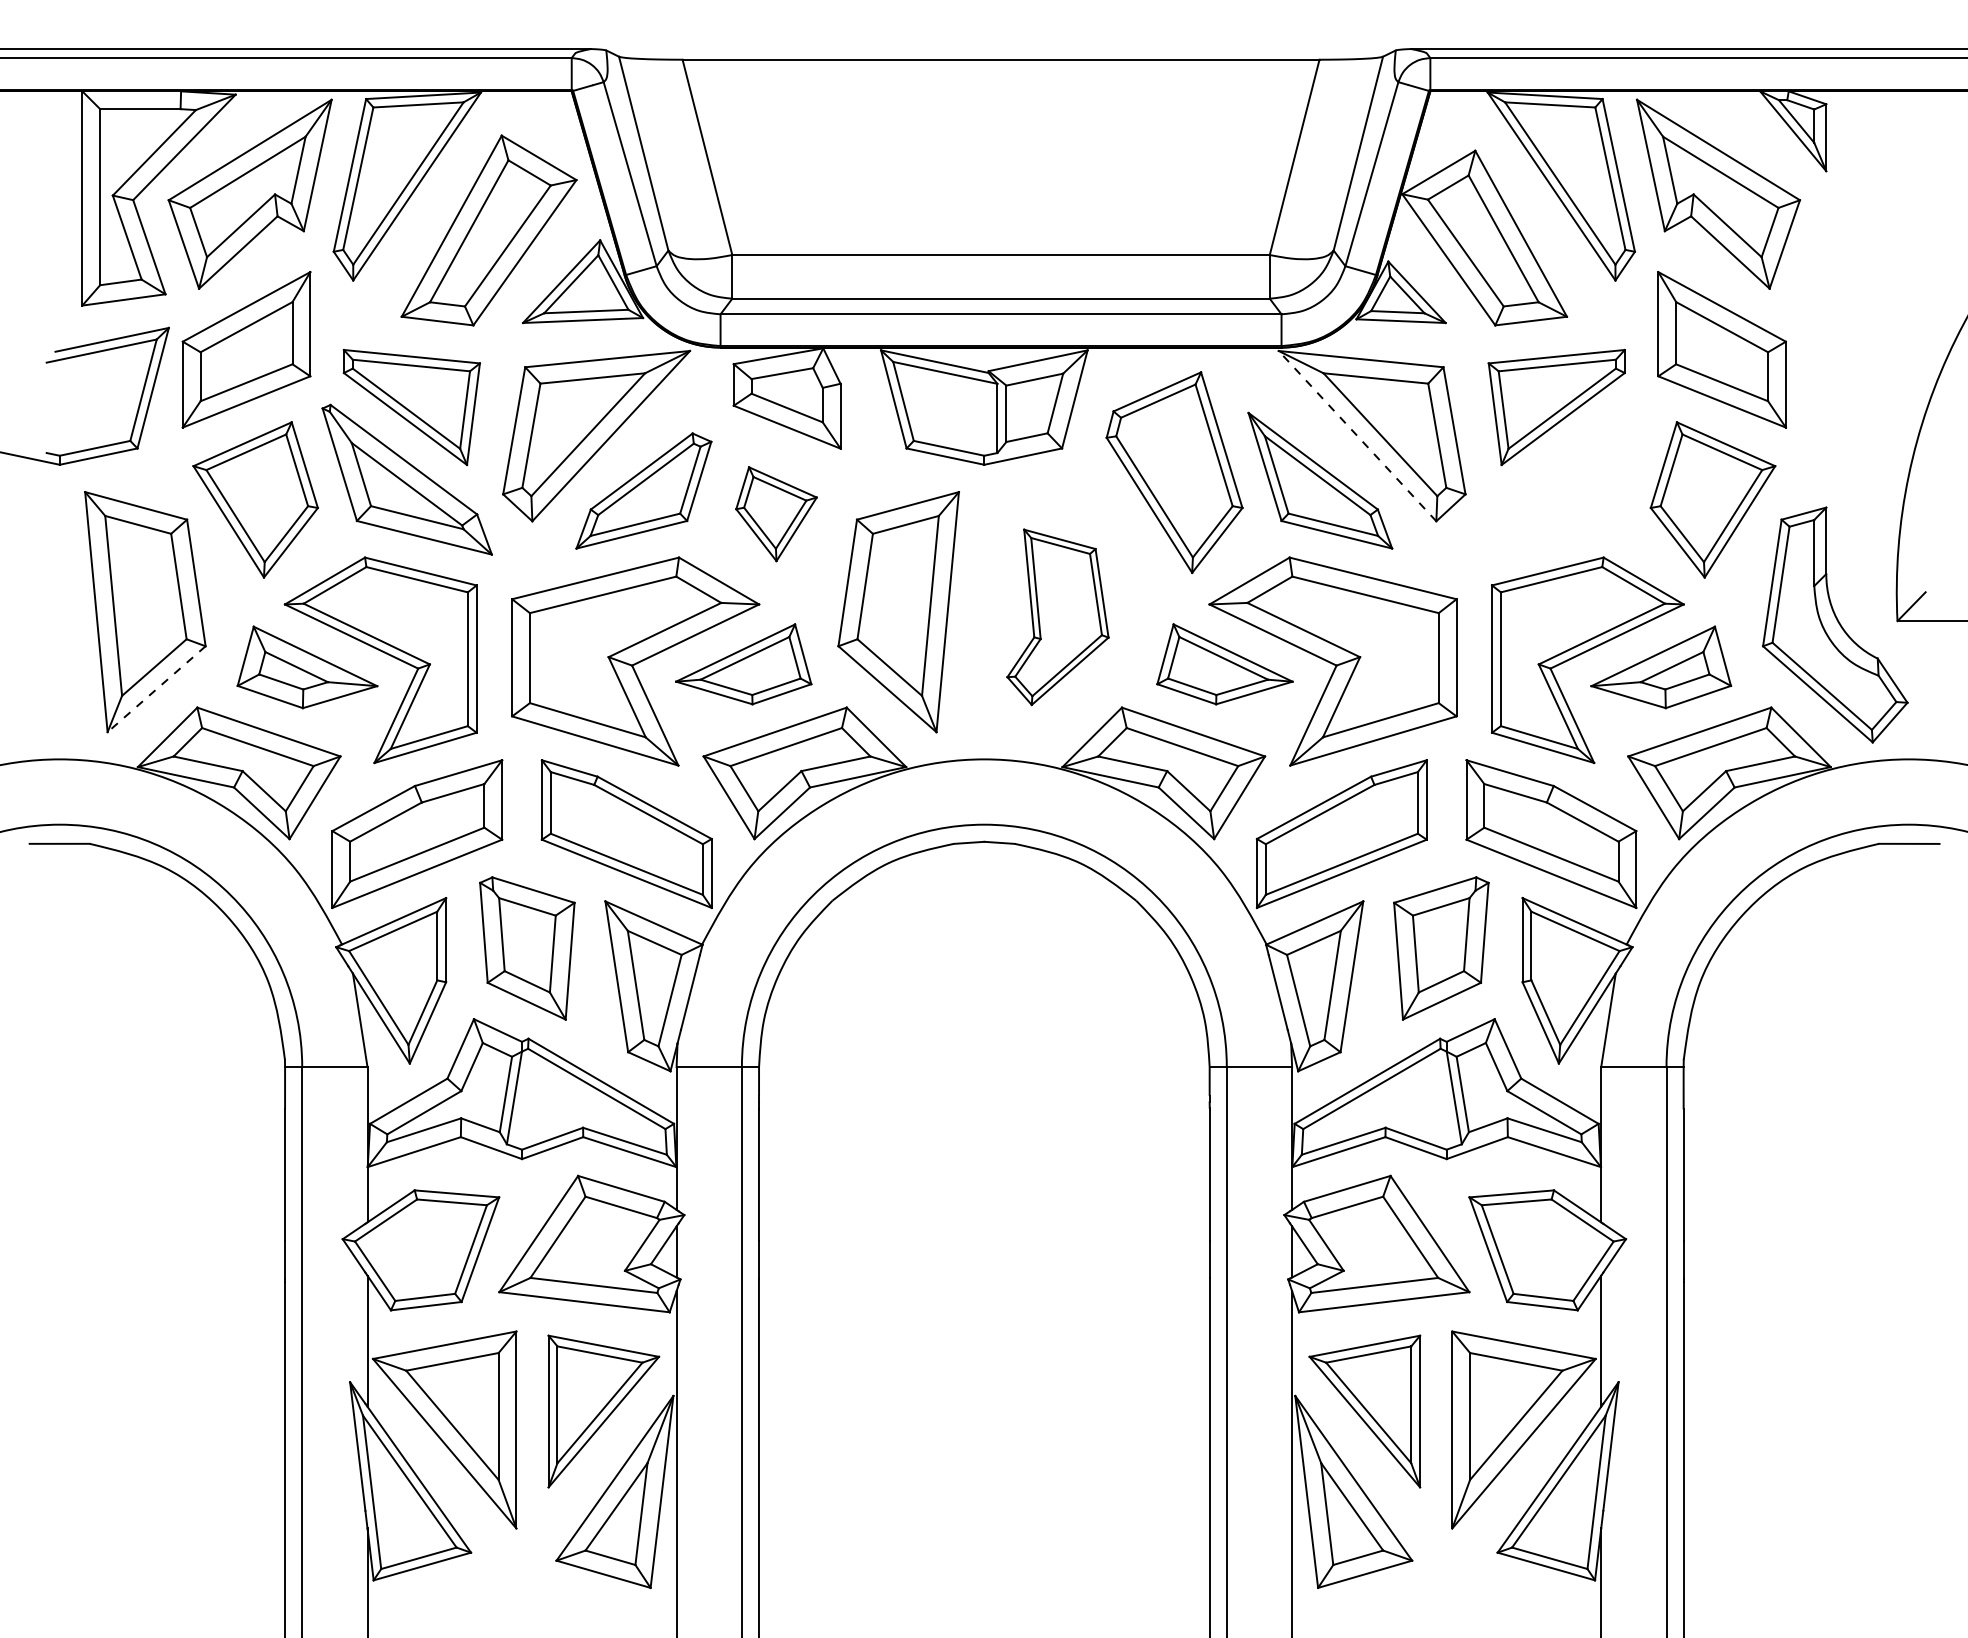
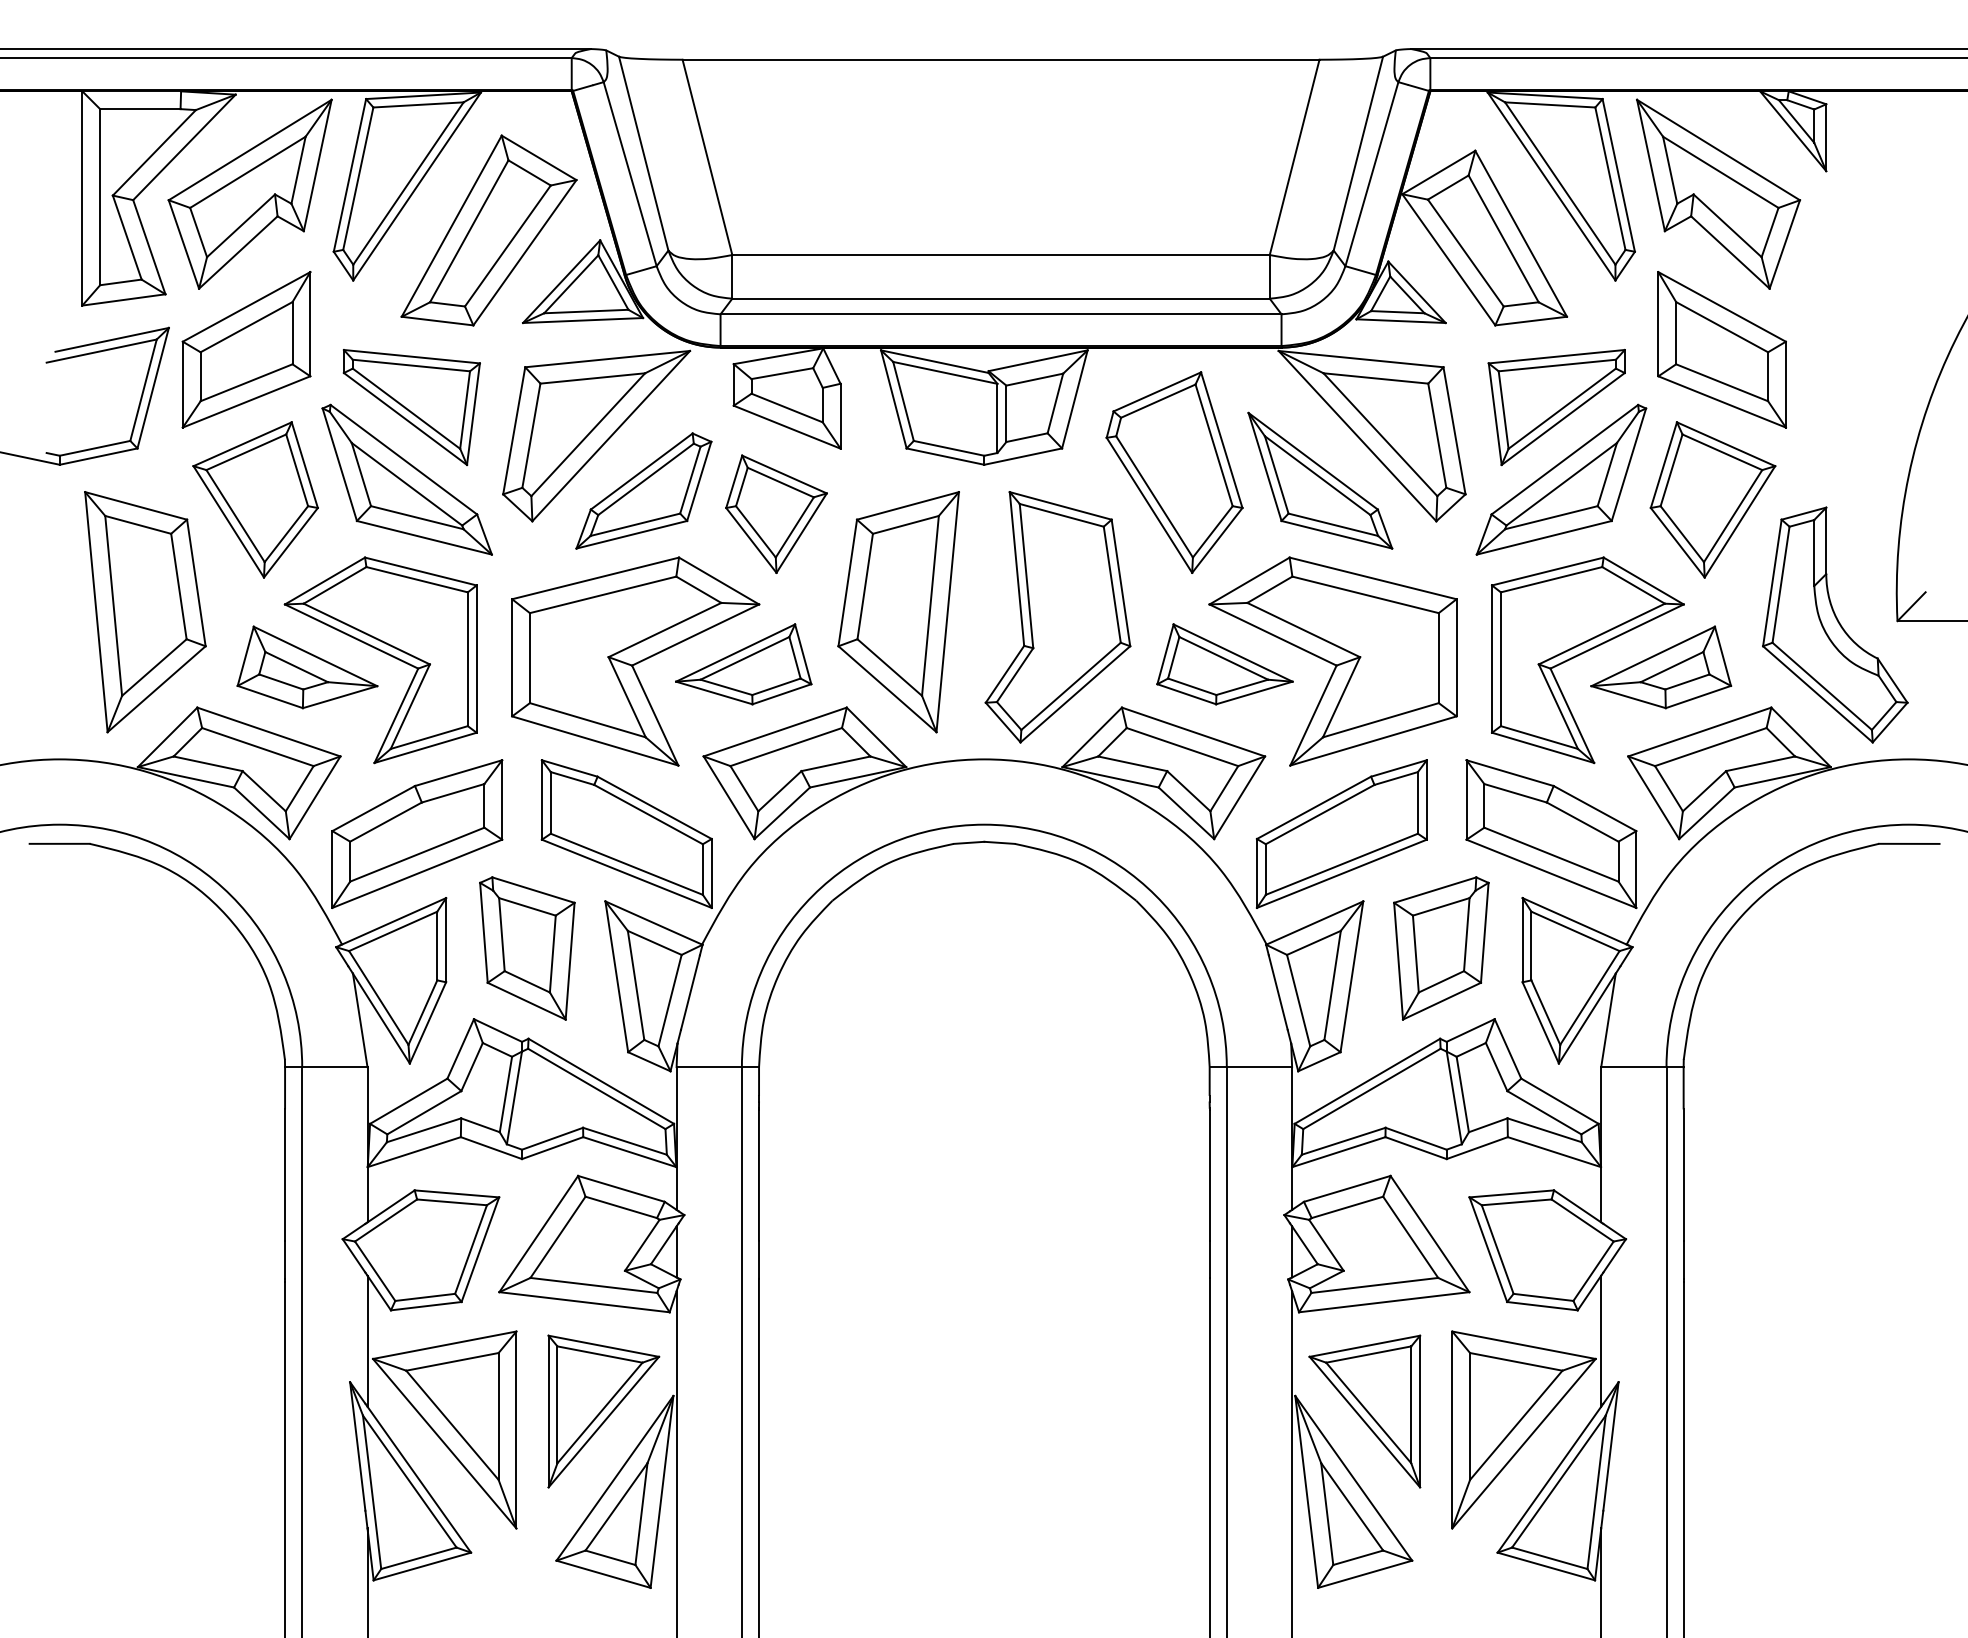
line at (1357, 435): dashed -> solid
part at (1561, 479): none -> present
part at (776, 514) size: 83x97 px -> 103x120 px
part at (1057, 617) size: 104x179 px -> 148x253 px
line at (156, 689): dashed -> solid
